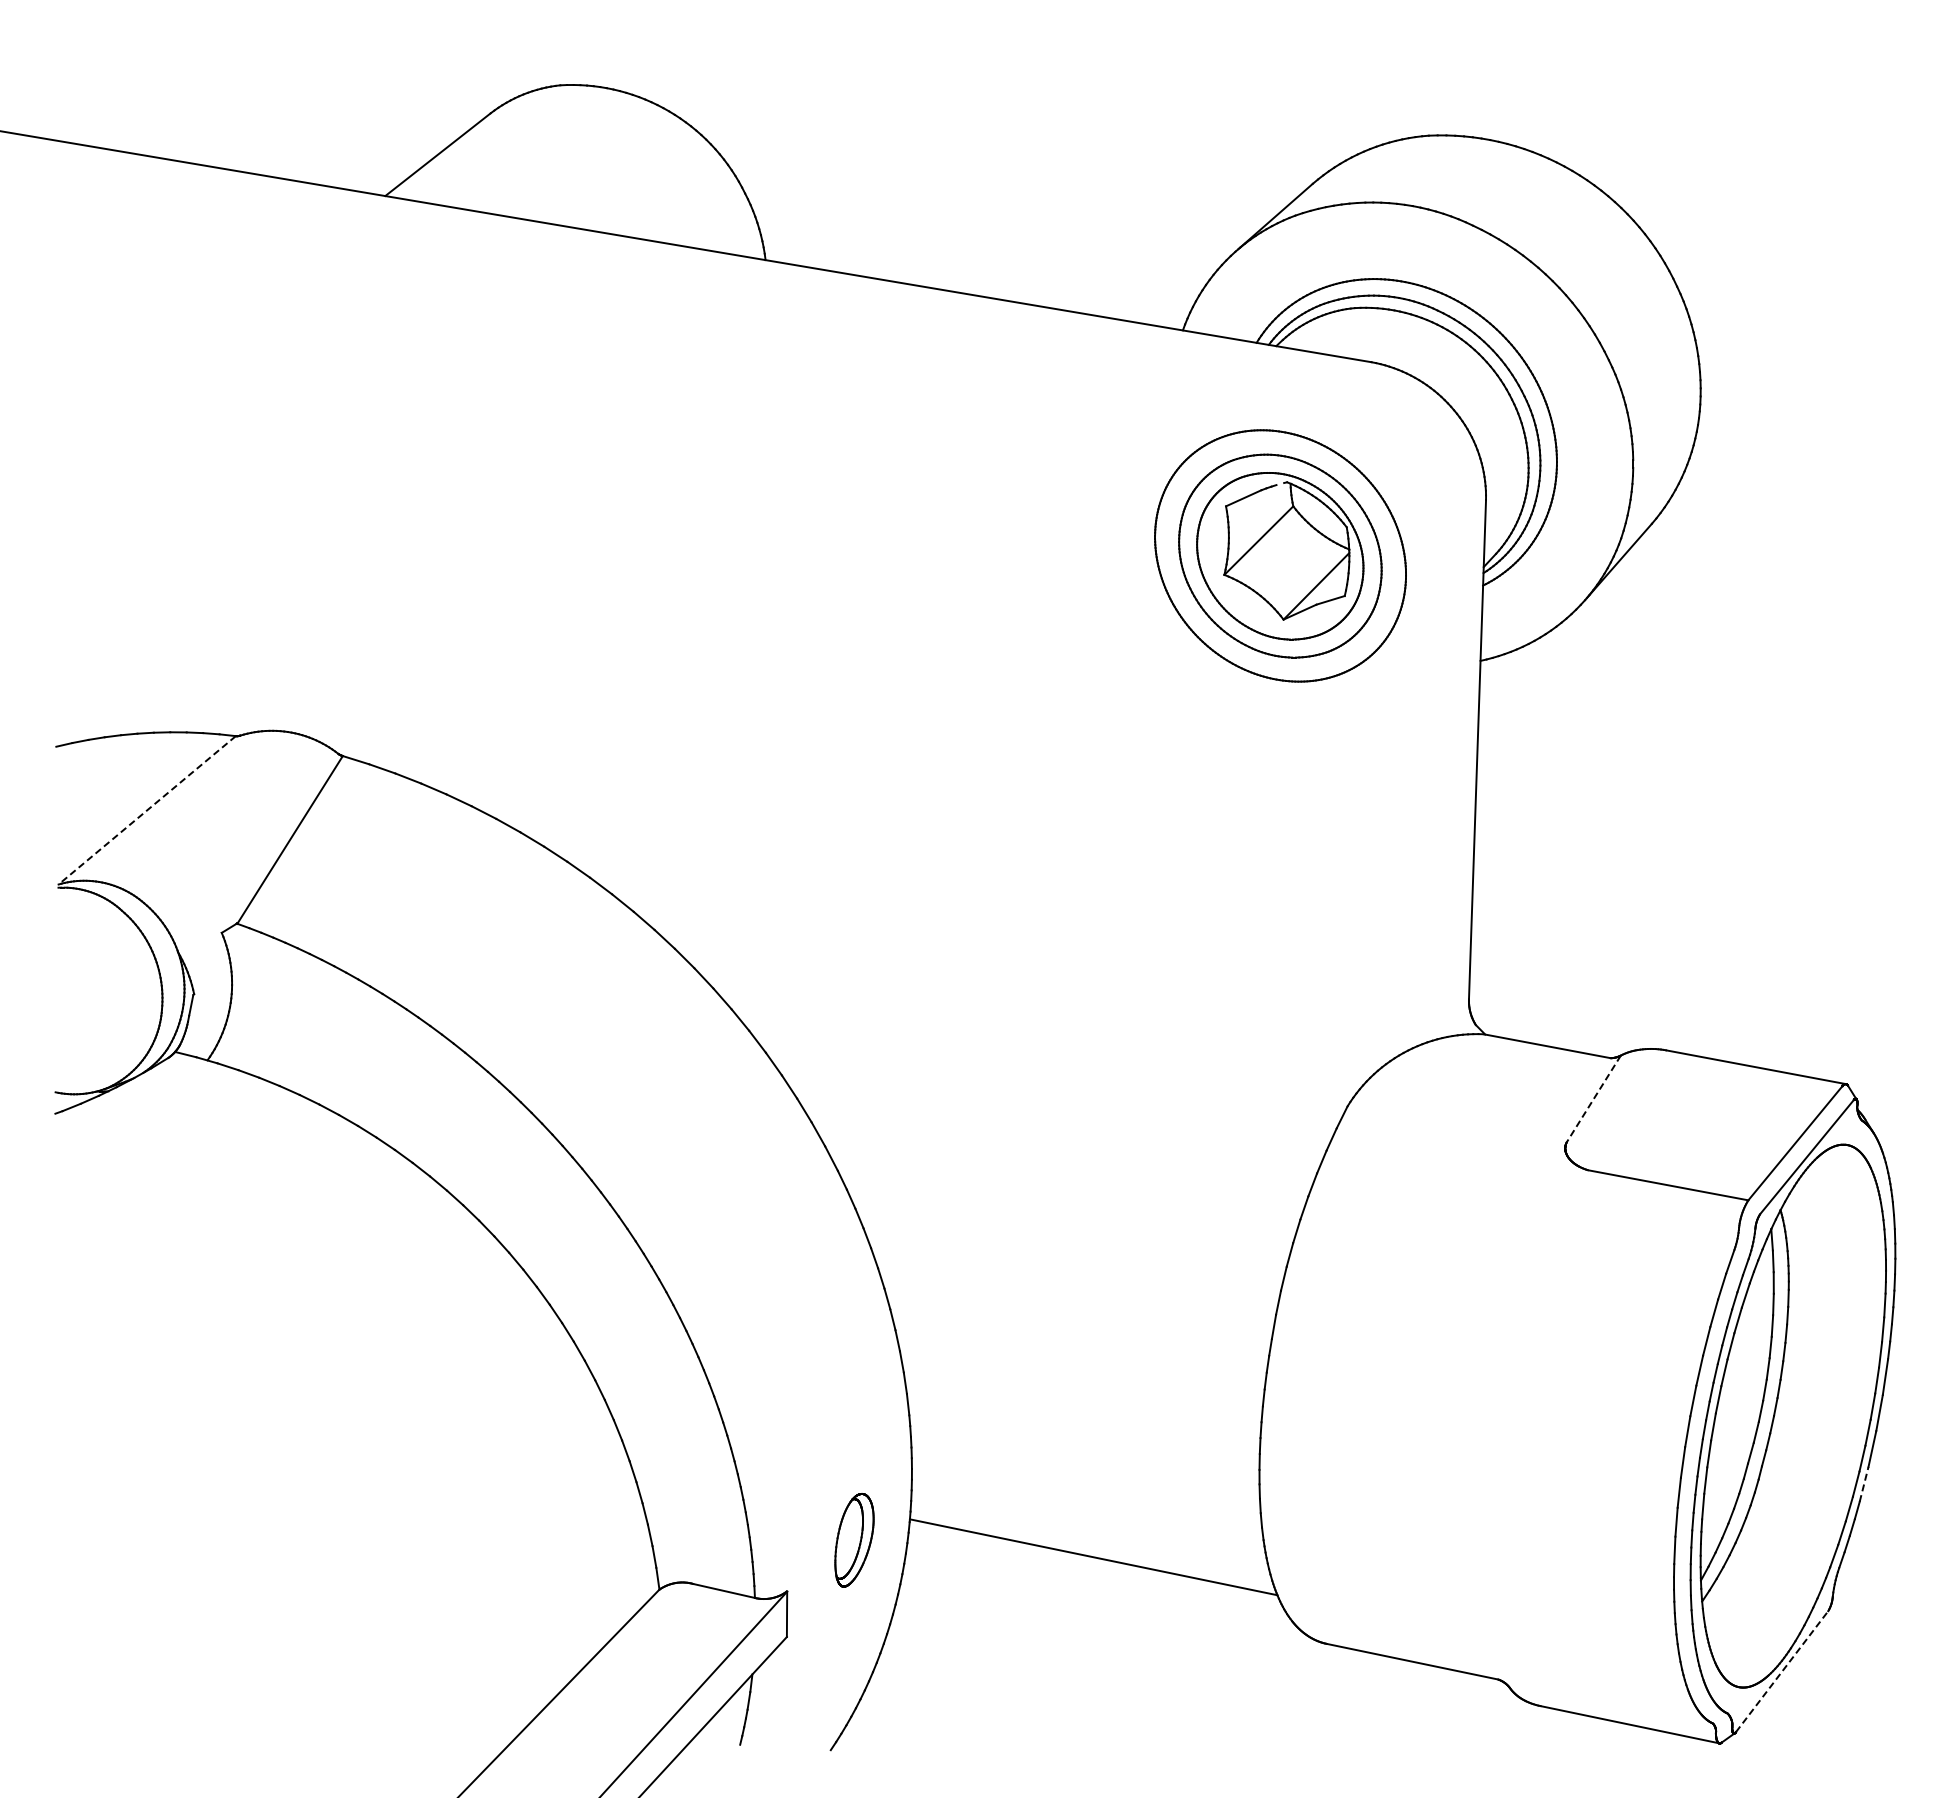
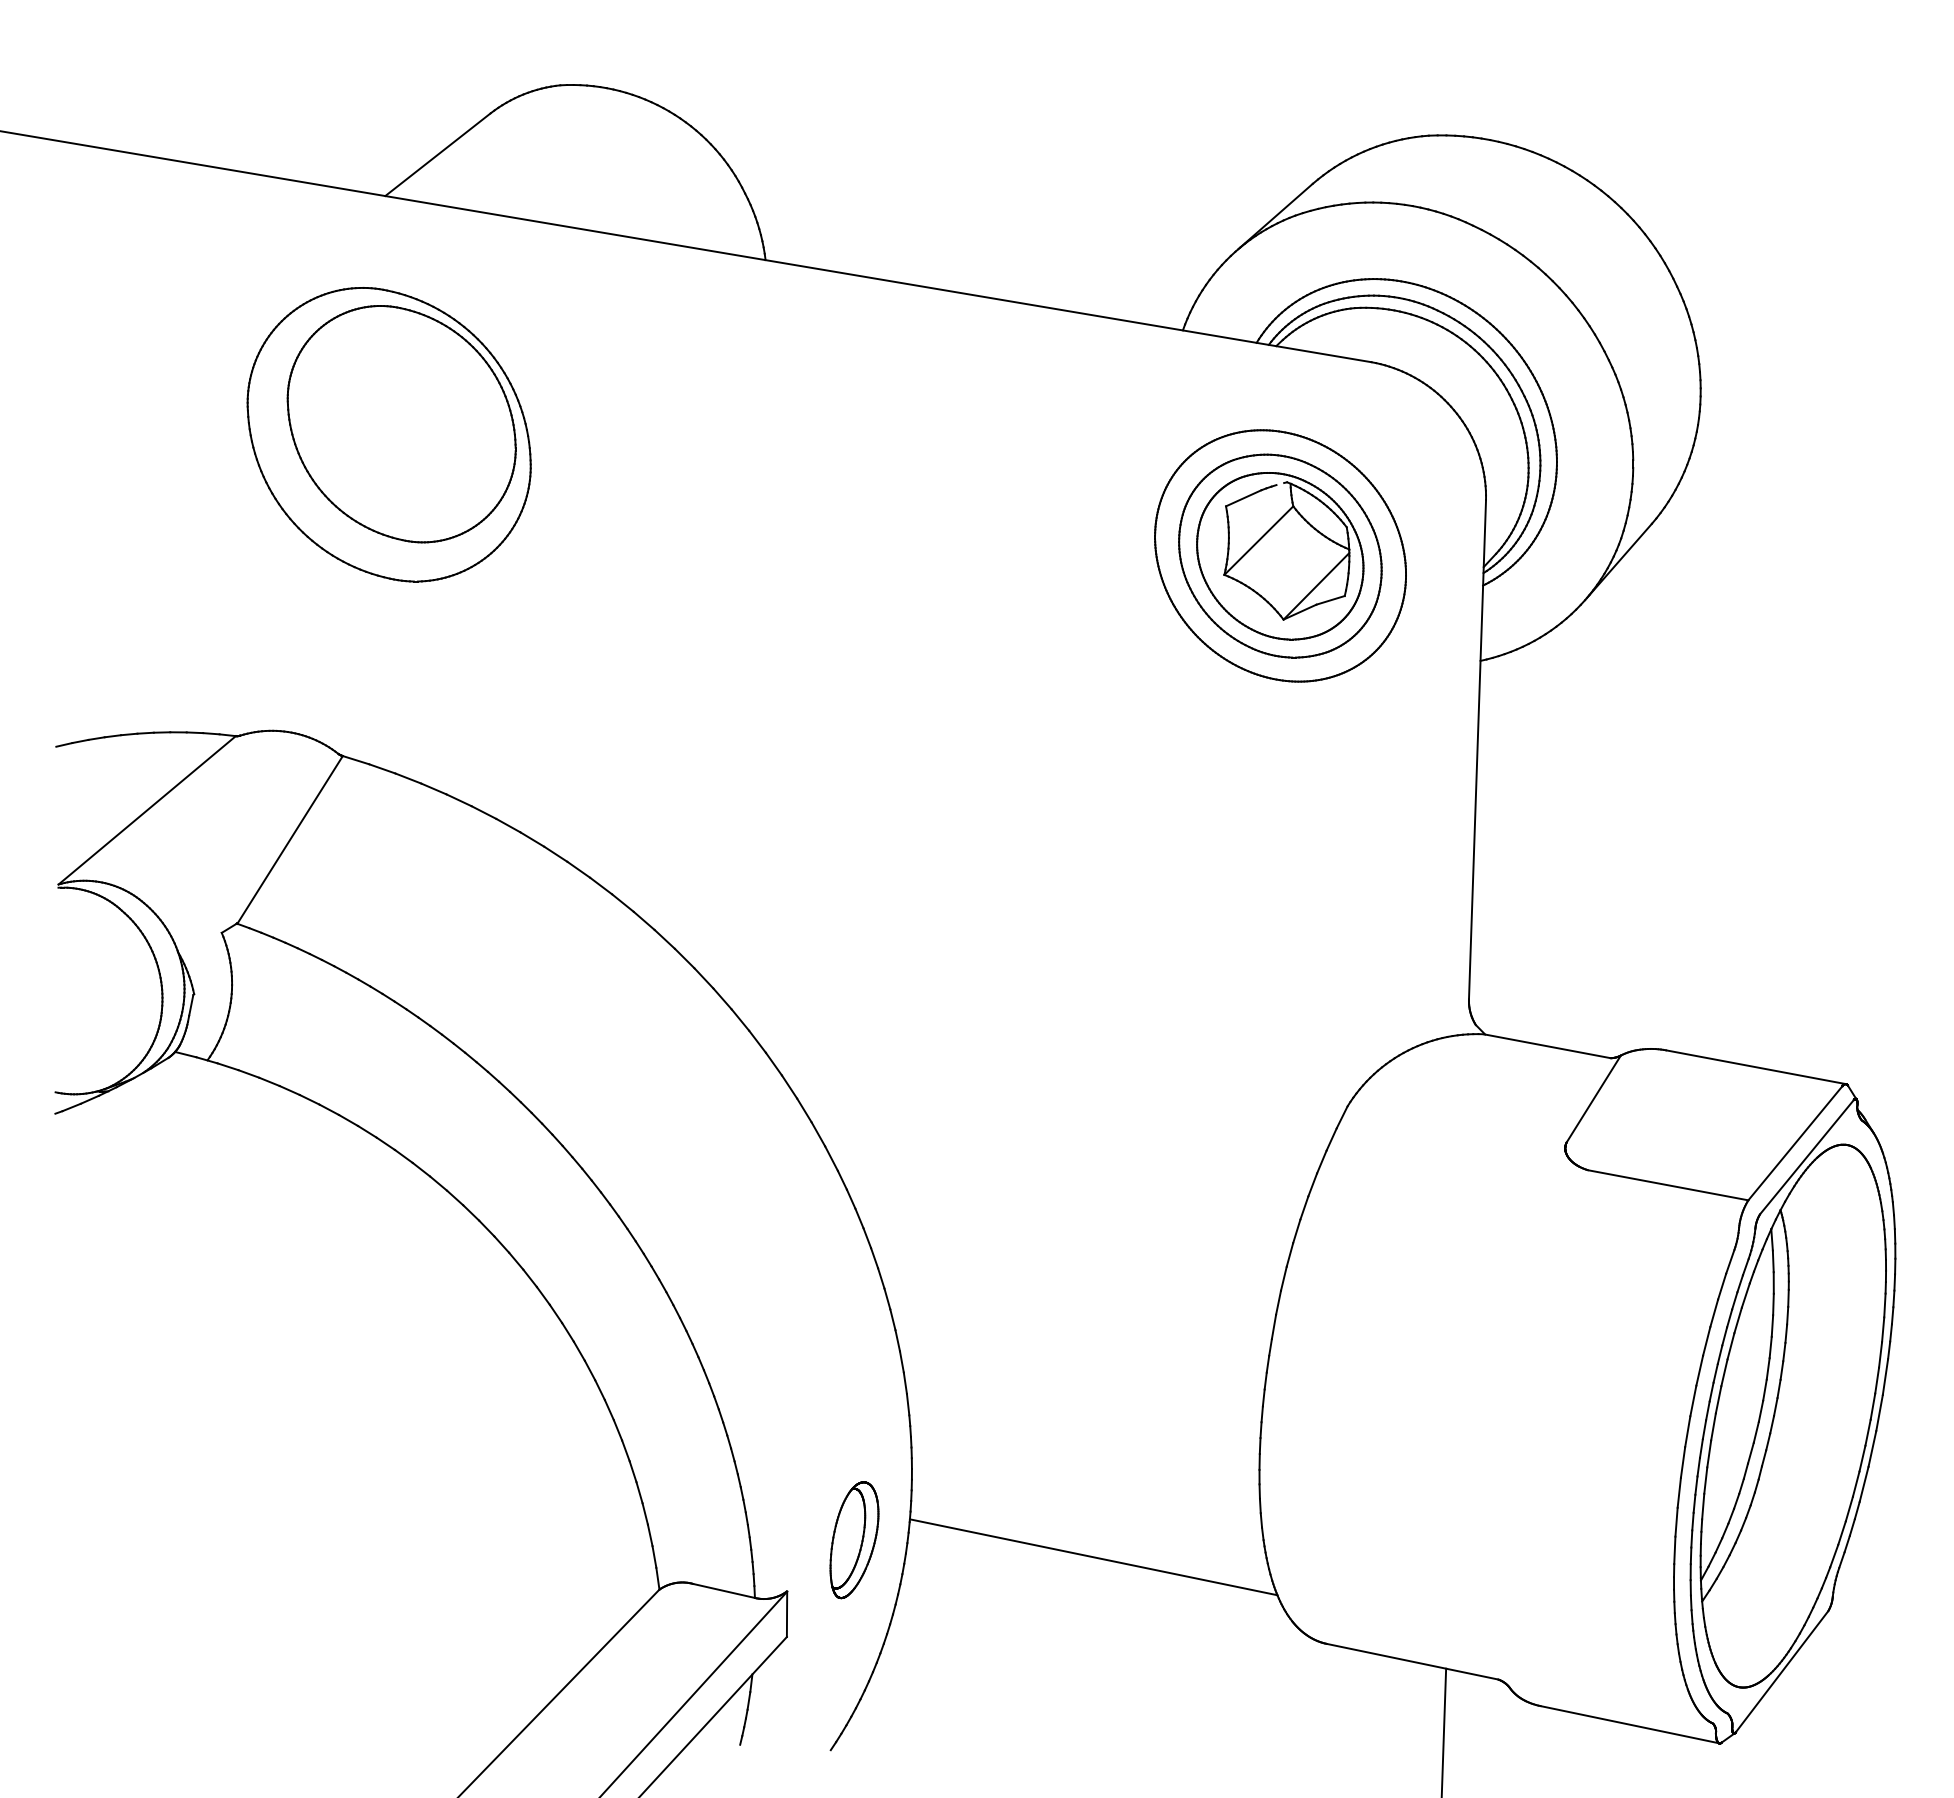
part at (388, 434): none -> present
line at (147, 810): dashed -> solid
line at (1593, 1099): dashed -> solid
line at (1864, 1483): dashed -> solid
part at (854, 1540) size: 41x95 px -> 51x119 px
line at (1782, 1671): dashed -> solid
line at (1443, 1731): none -> present
